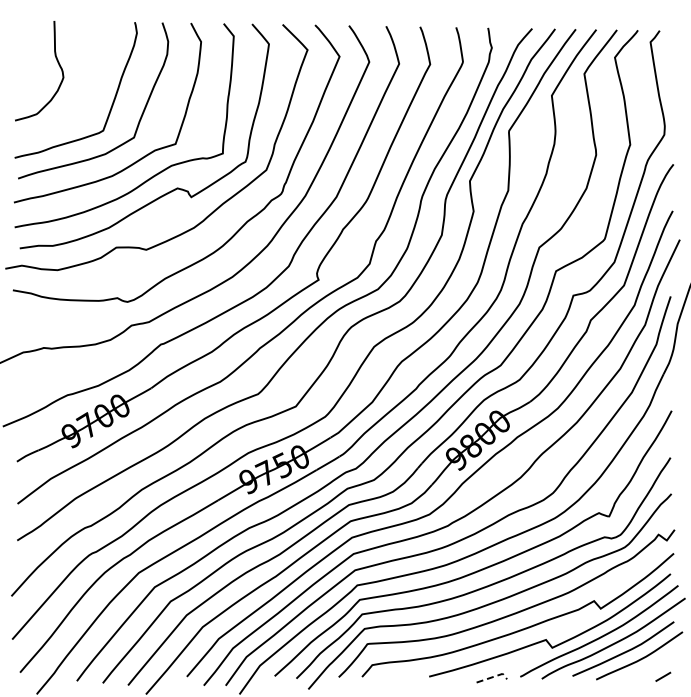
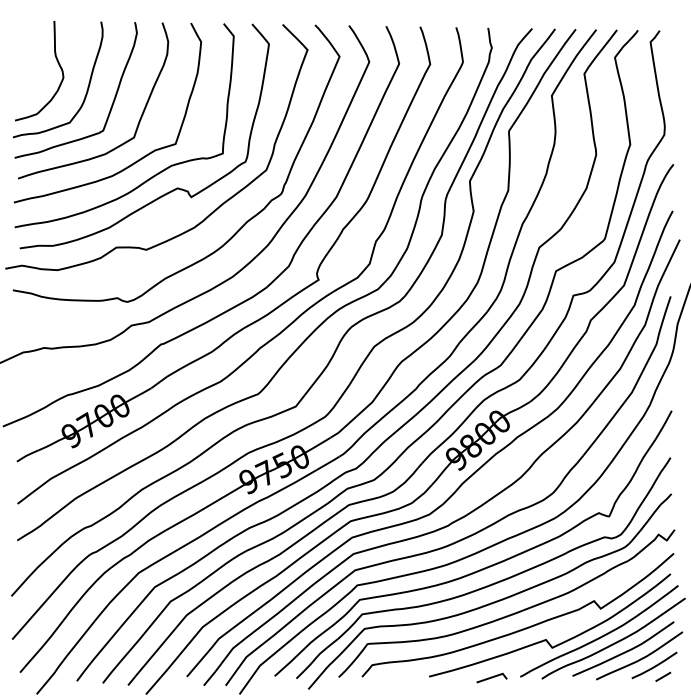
curve at (87, 86): none -> present
curve at (654, 665): none -> present
line at (494, 676): dashed -> solid
